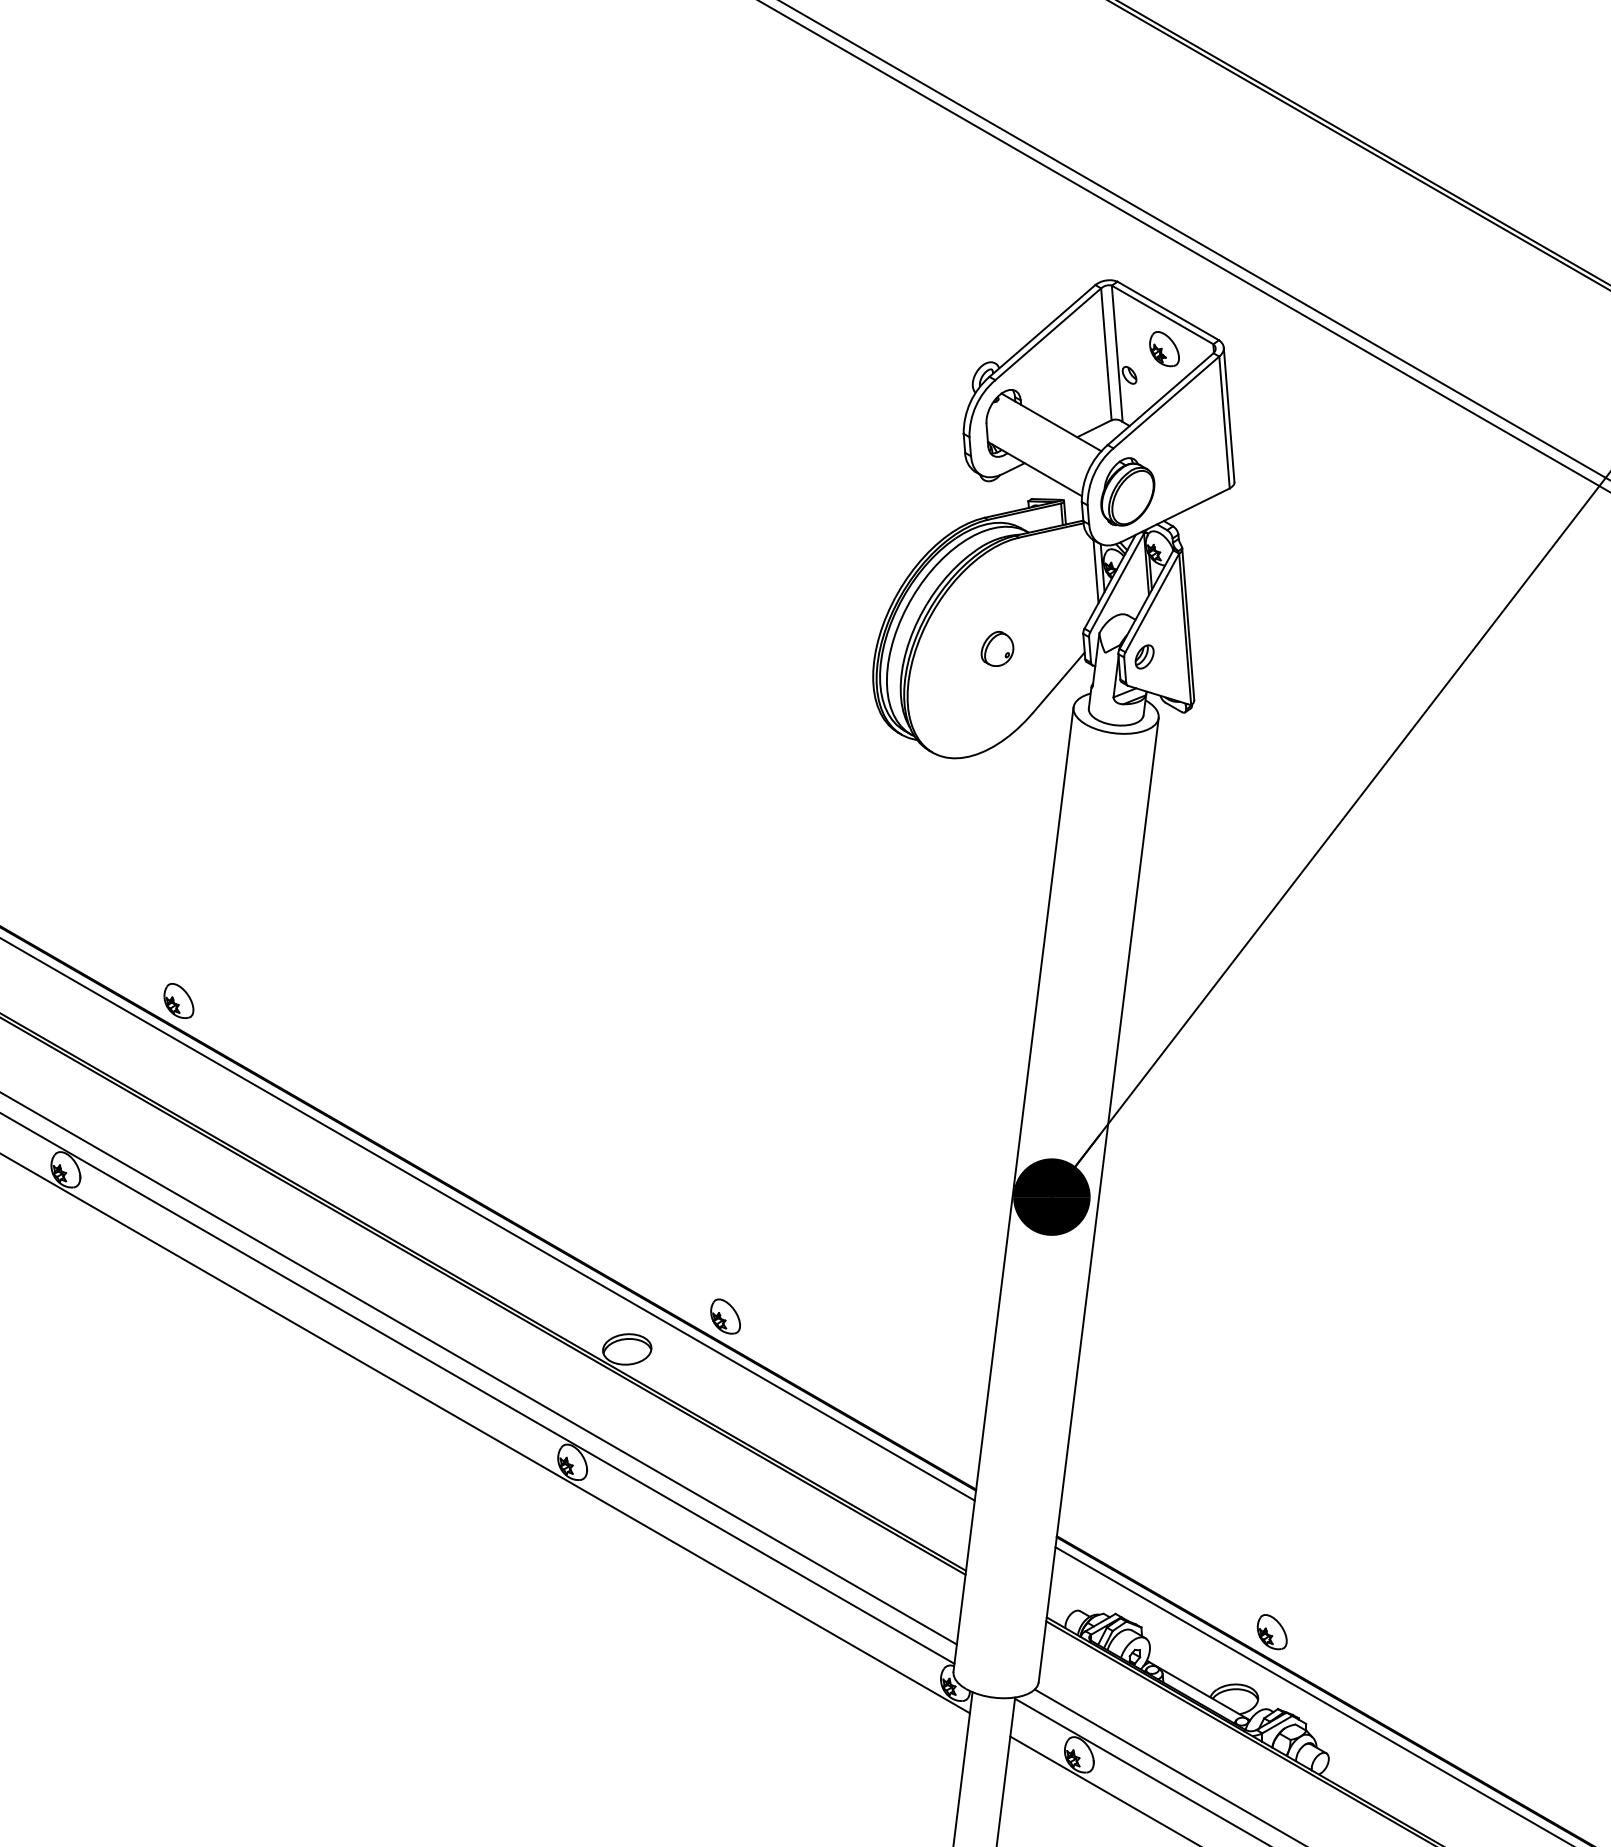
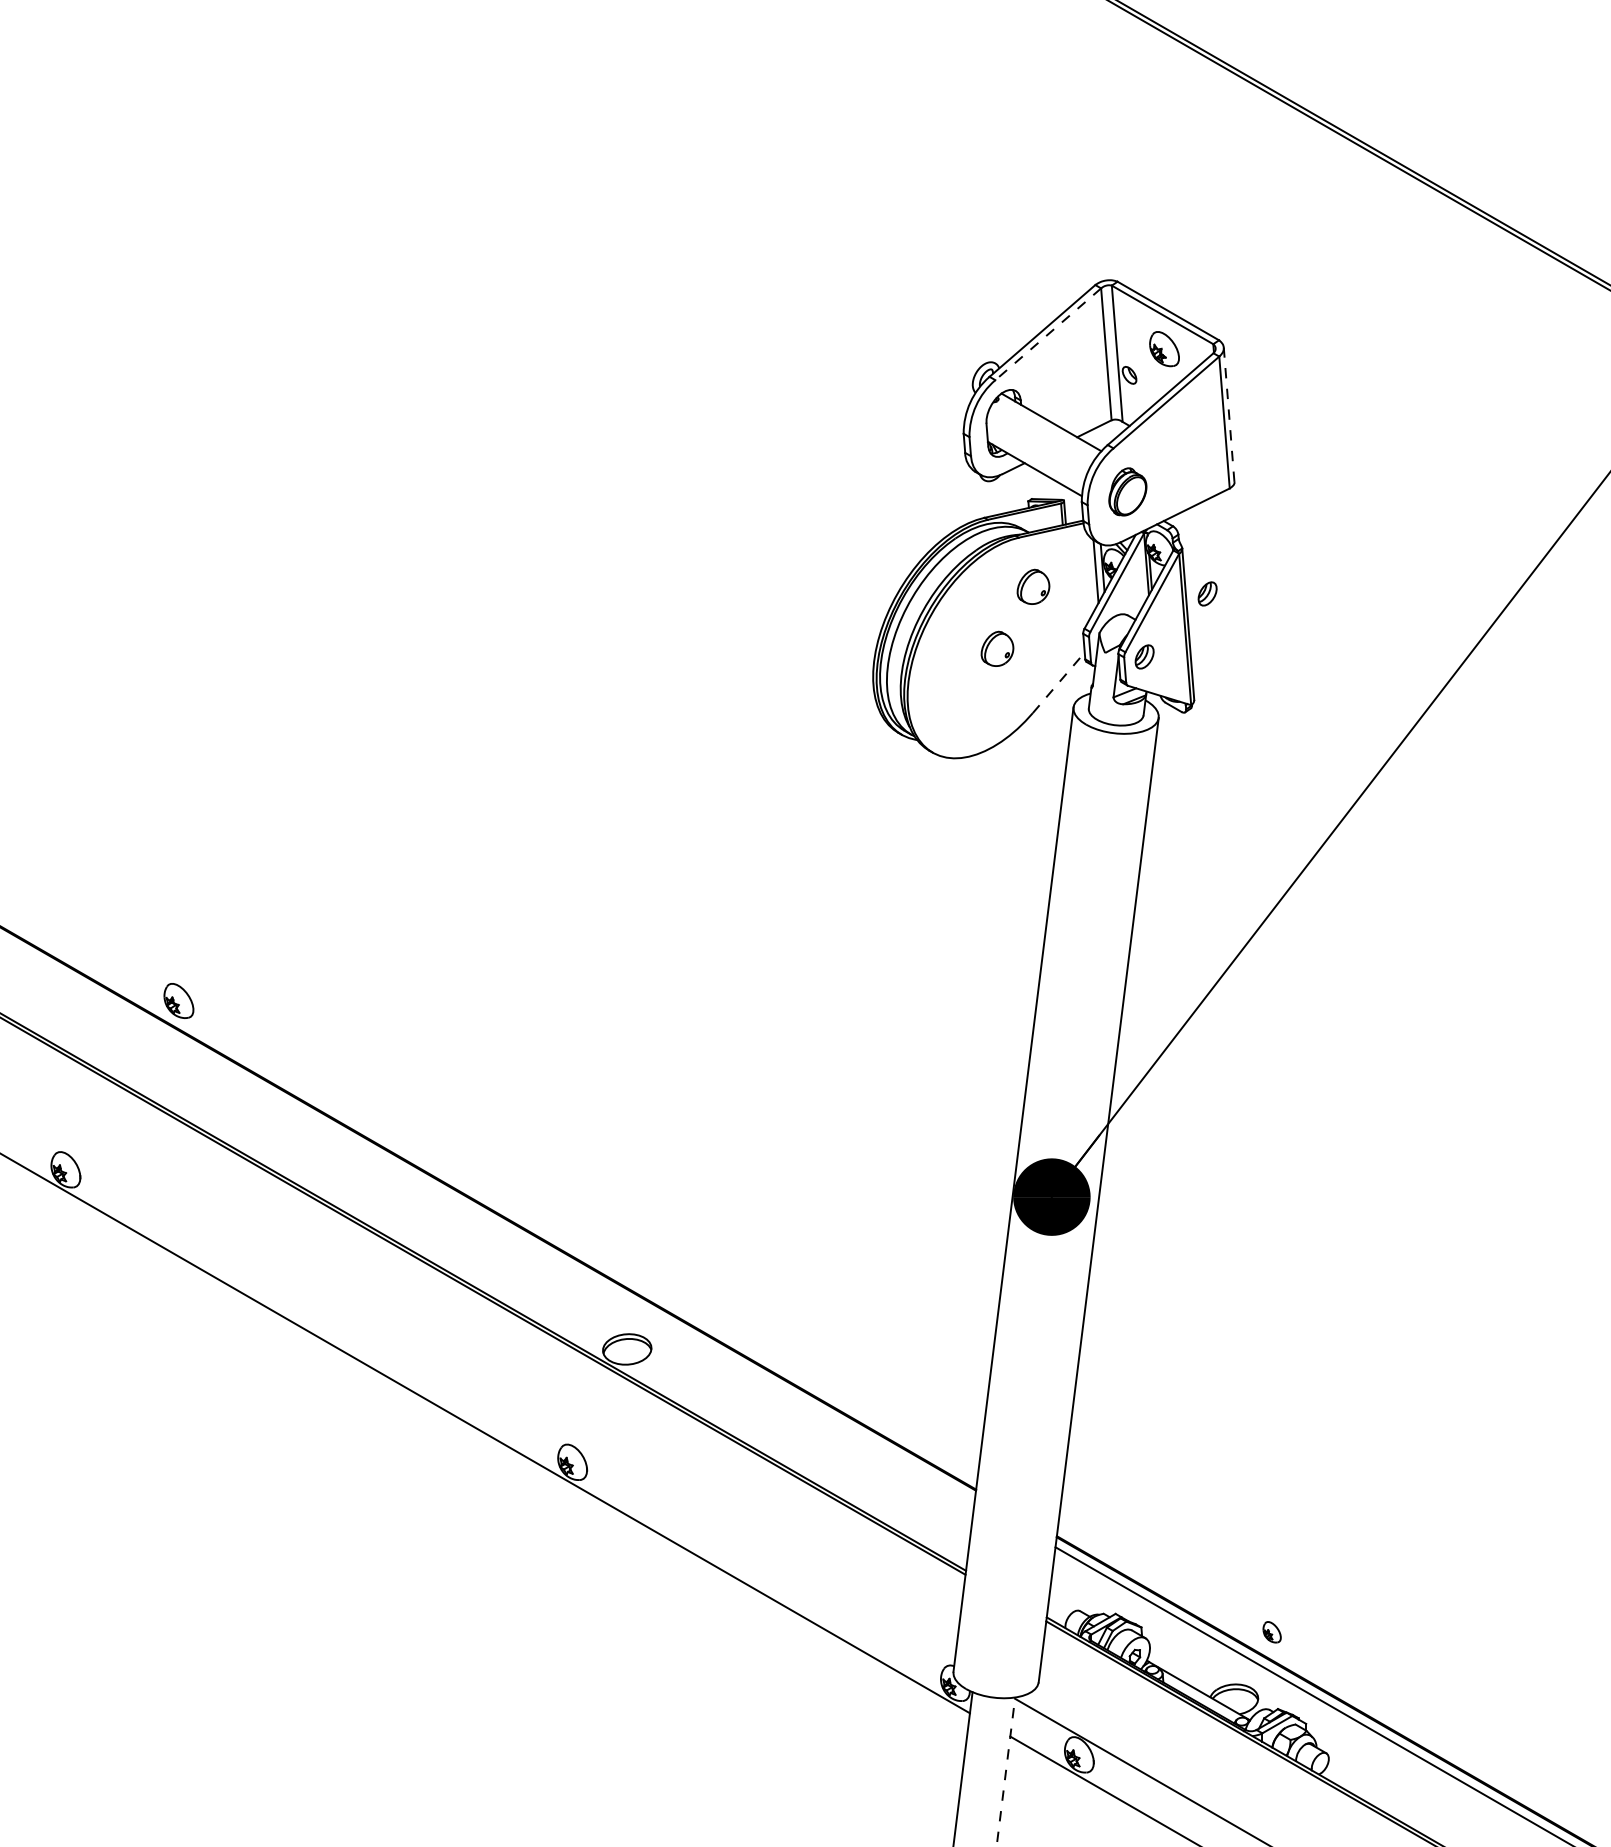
line at (1194, 240): present -> none
line at (1184, 246): present -> none
line at (1047, 334): solid -> dashed
line at (1229, 414): solid -> dashed
part at (1127, 491) size: 56x70 px -> 40x50 px
part at (1033, 586): none -> present
part at (1207, 593): none -> present
line at (1058, 682): solid -> dashed
line at (488, 1219): present -> none
part at (725, 1316): present -> none
line at (479, 1368): present -> none
line at (478, 1388): present -> none
part at (1271, 1632) size: 32x37 px -> 20x23 px
line at (1167, 1766): present -> none
line at (1005, 1771): solid -> dashed
